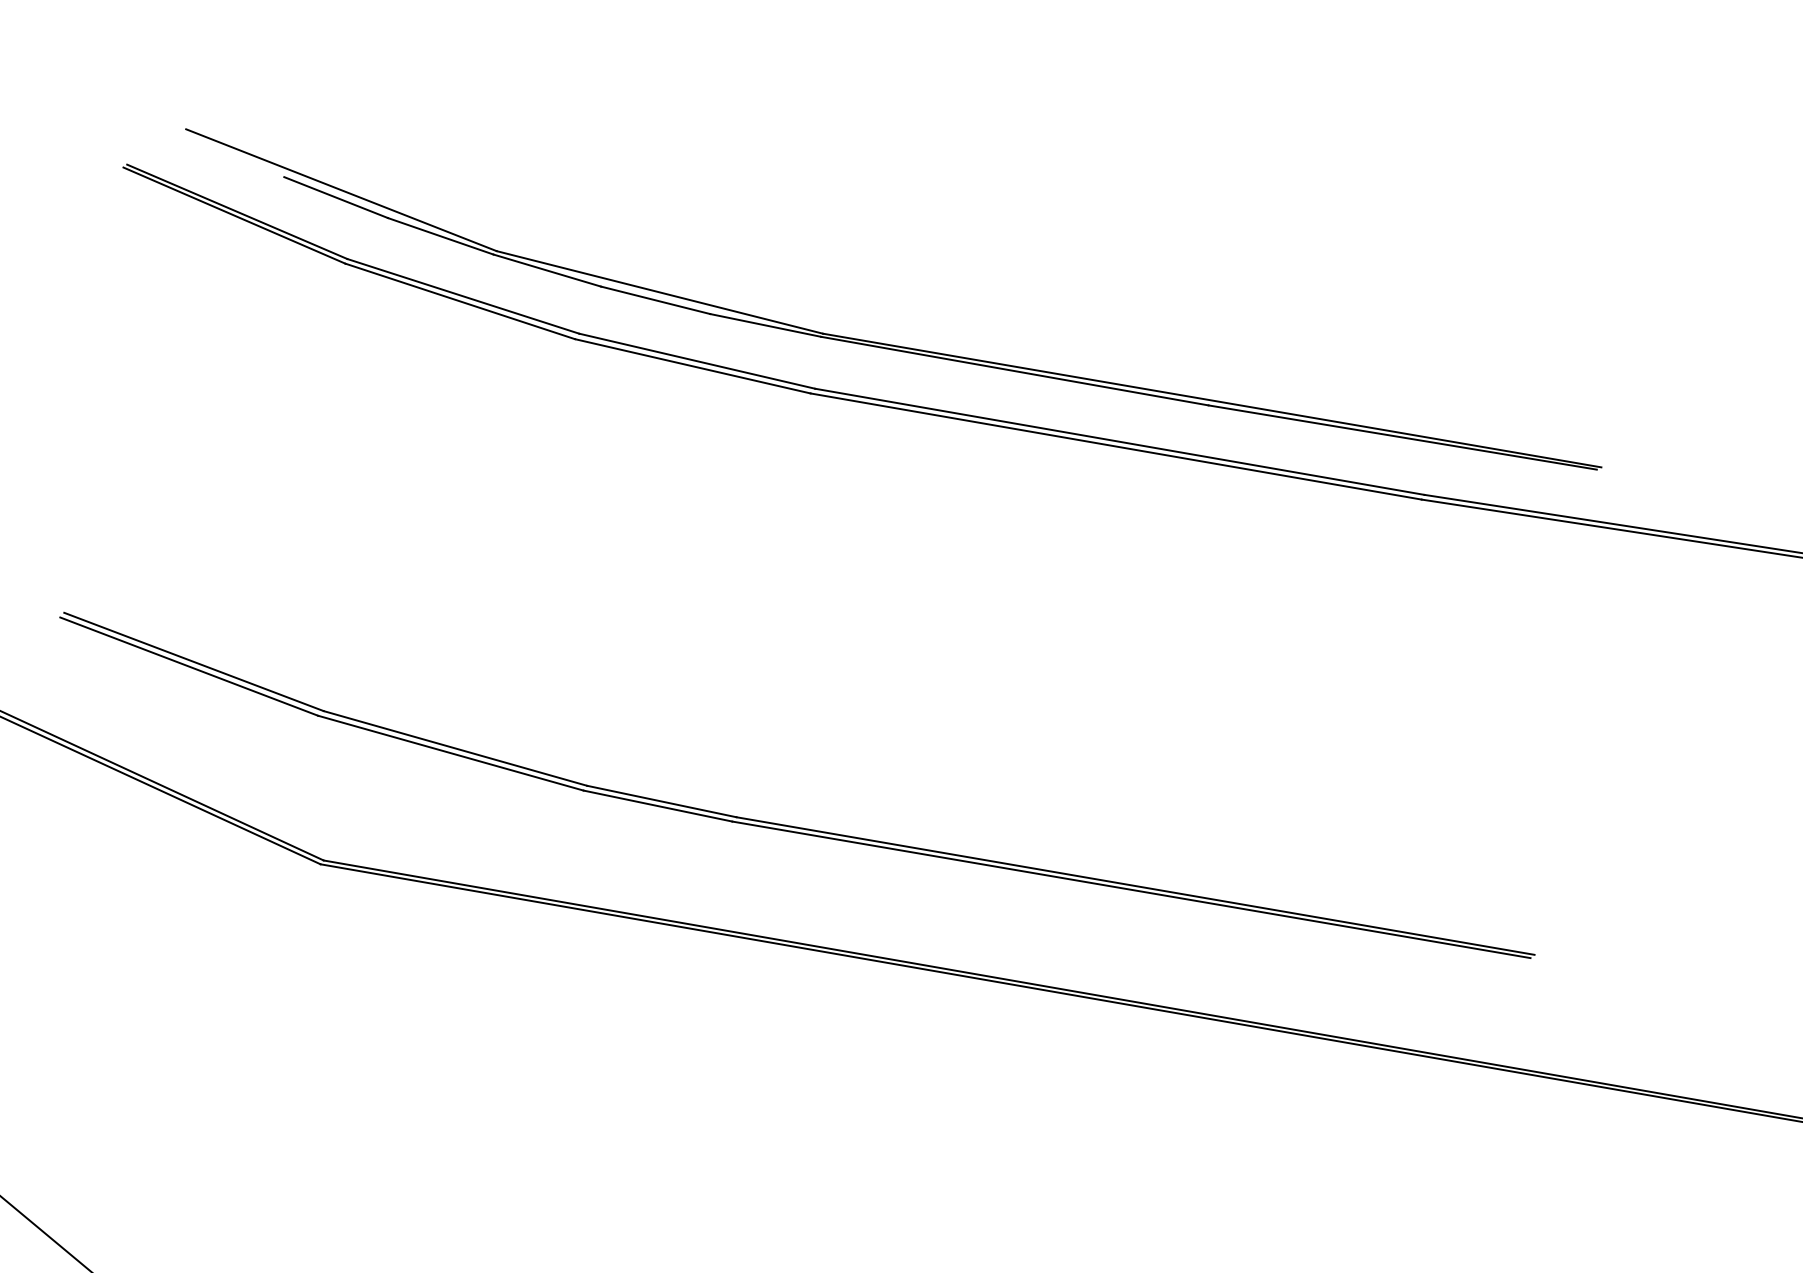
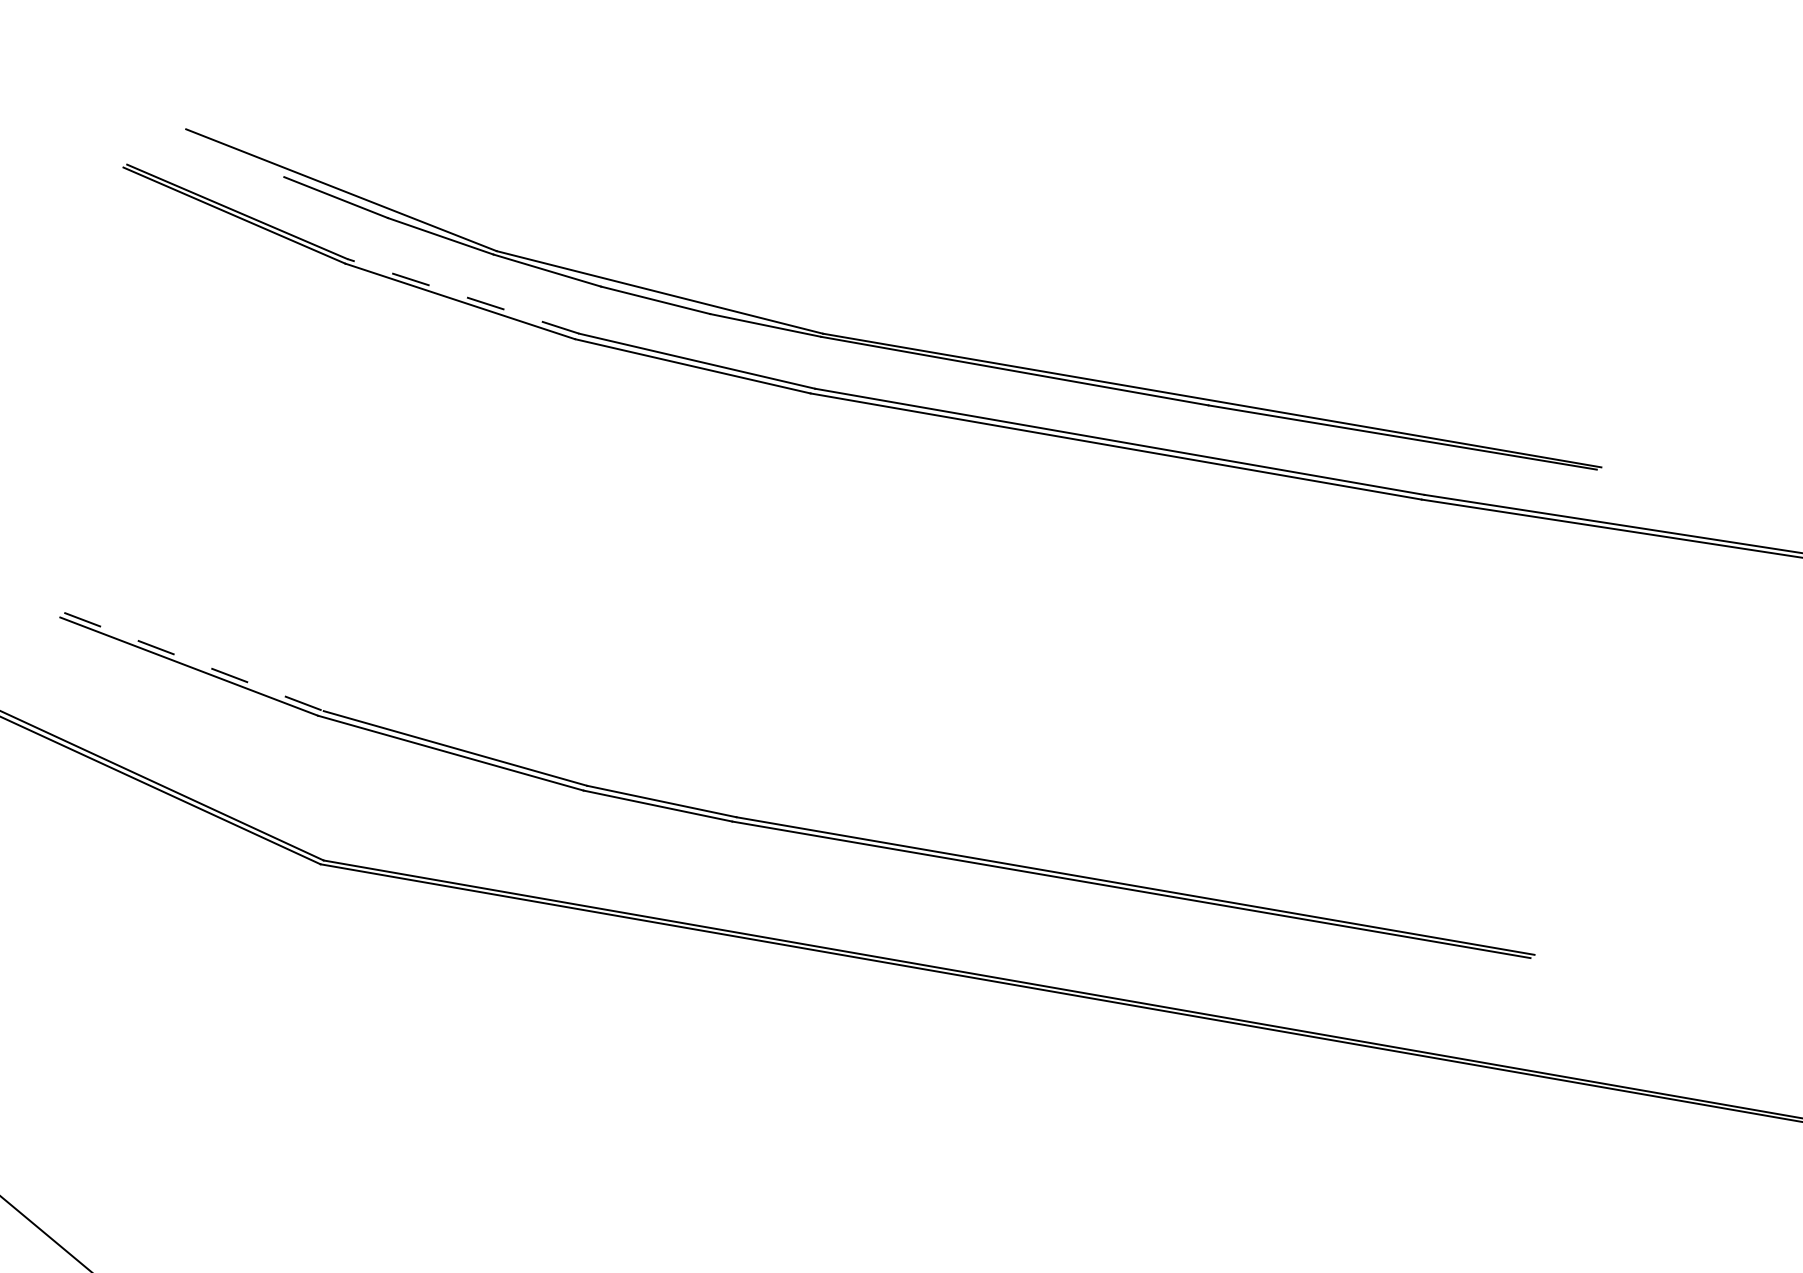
line at (463, 296): solid -> dashed
line at (194, 661): solid -> dashed
